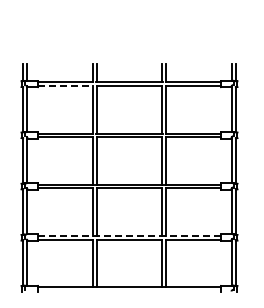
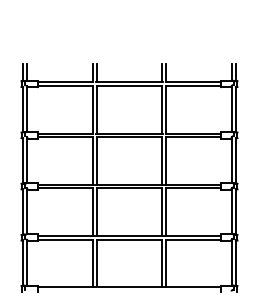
line at (65, 86): dashed -> solid
line at (129, 235): dashed -> solid
